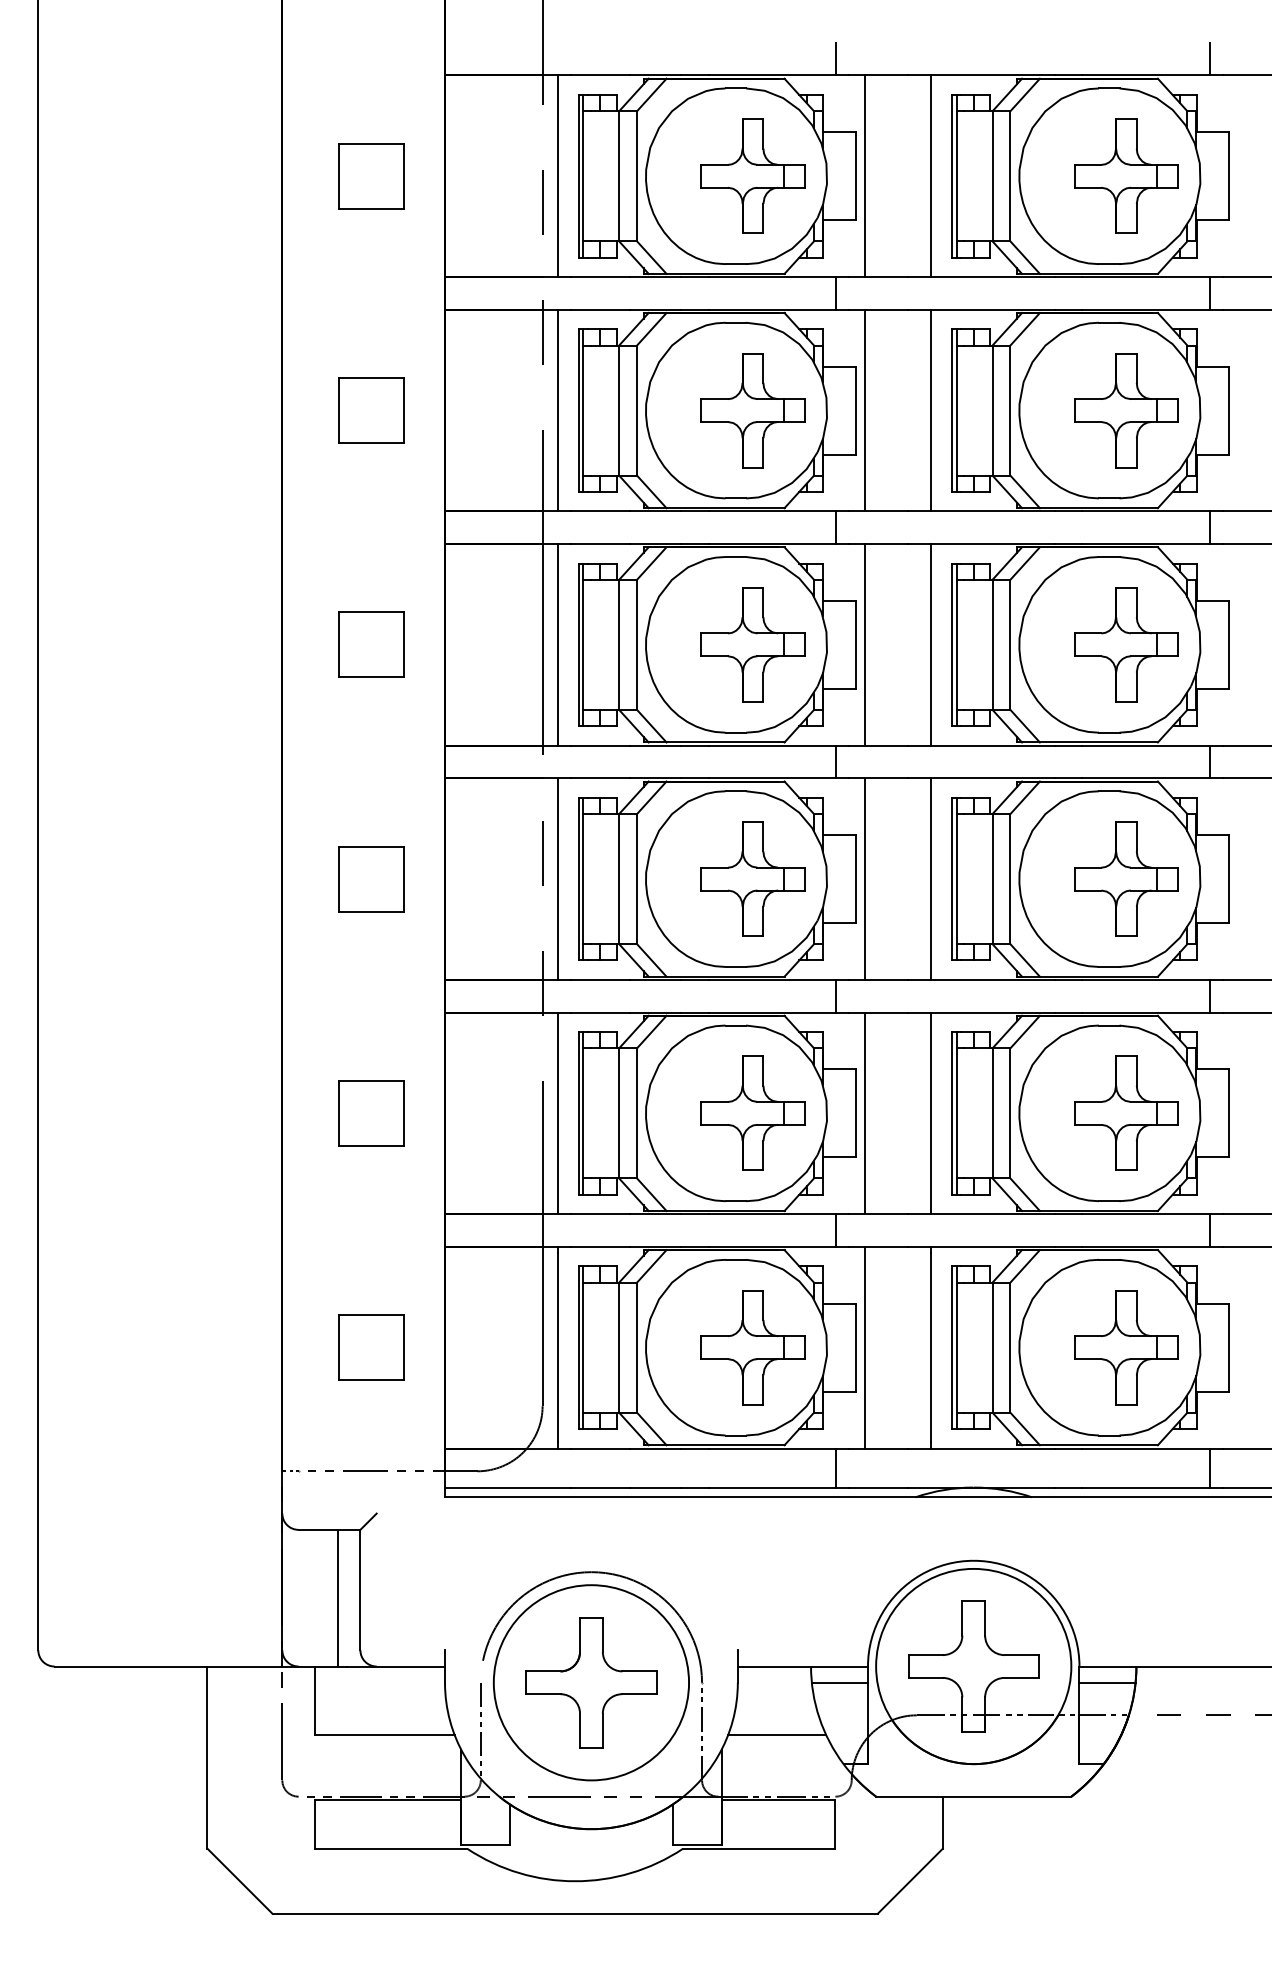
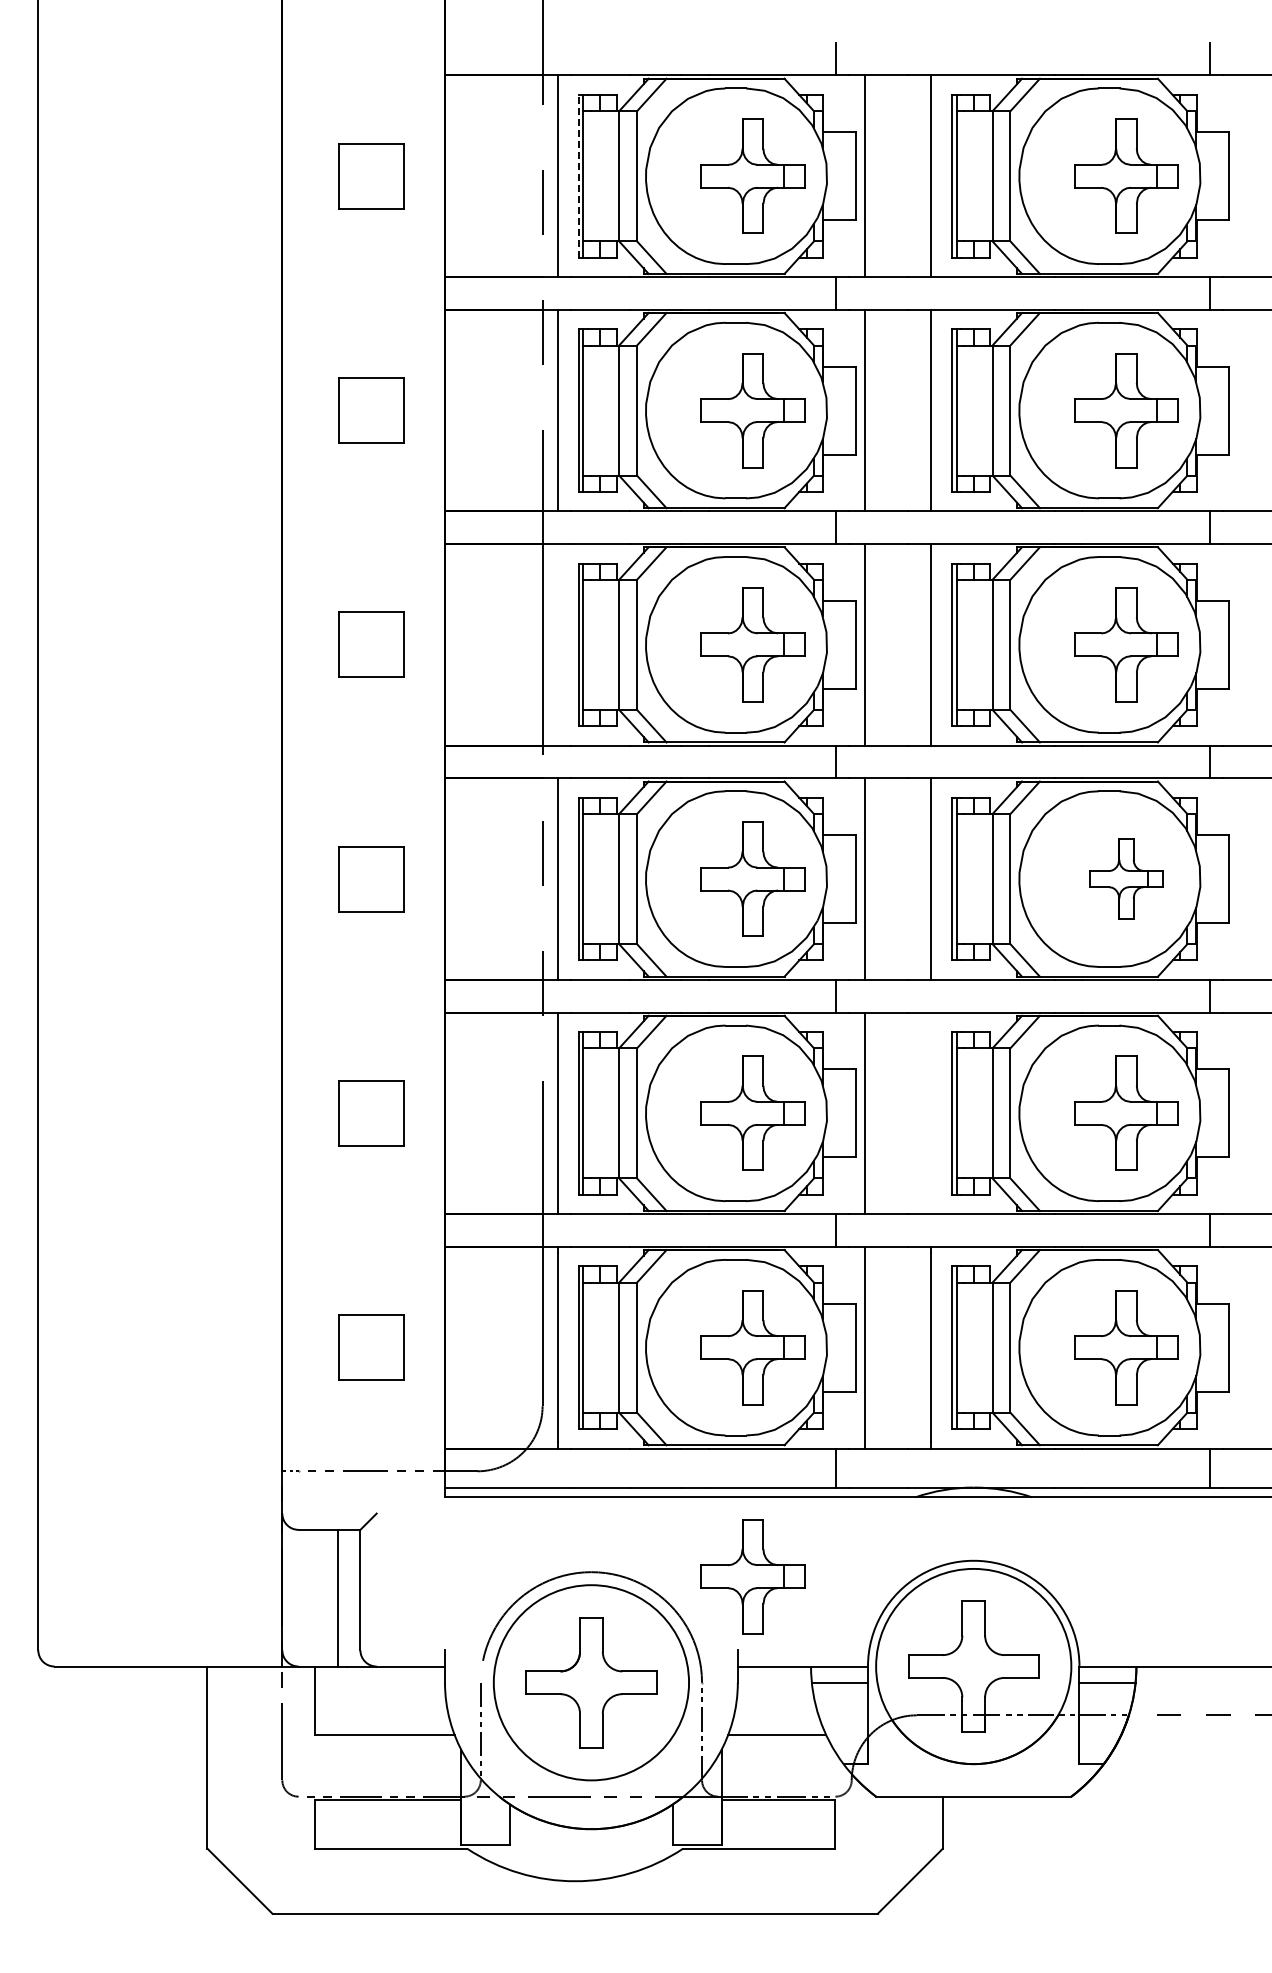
line at (578, 175): solid -> dashed
line at (558, 644): present -> none
part at (1126, 878) size: 105x116 px -> 75x82 px
line at (931, 1113): present -> none
part at (752, 1576): none -> present
